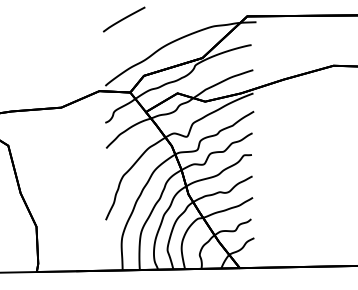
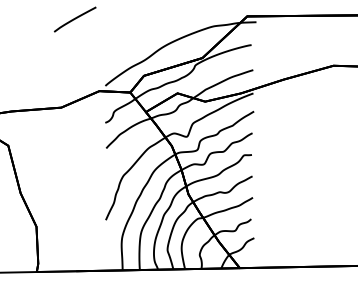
curve at (123, 19) position: (123, 19) -> (74, 19)
